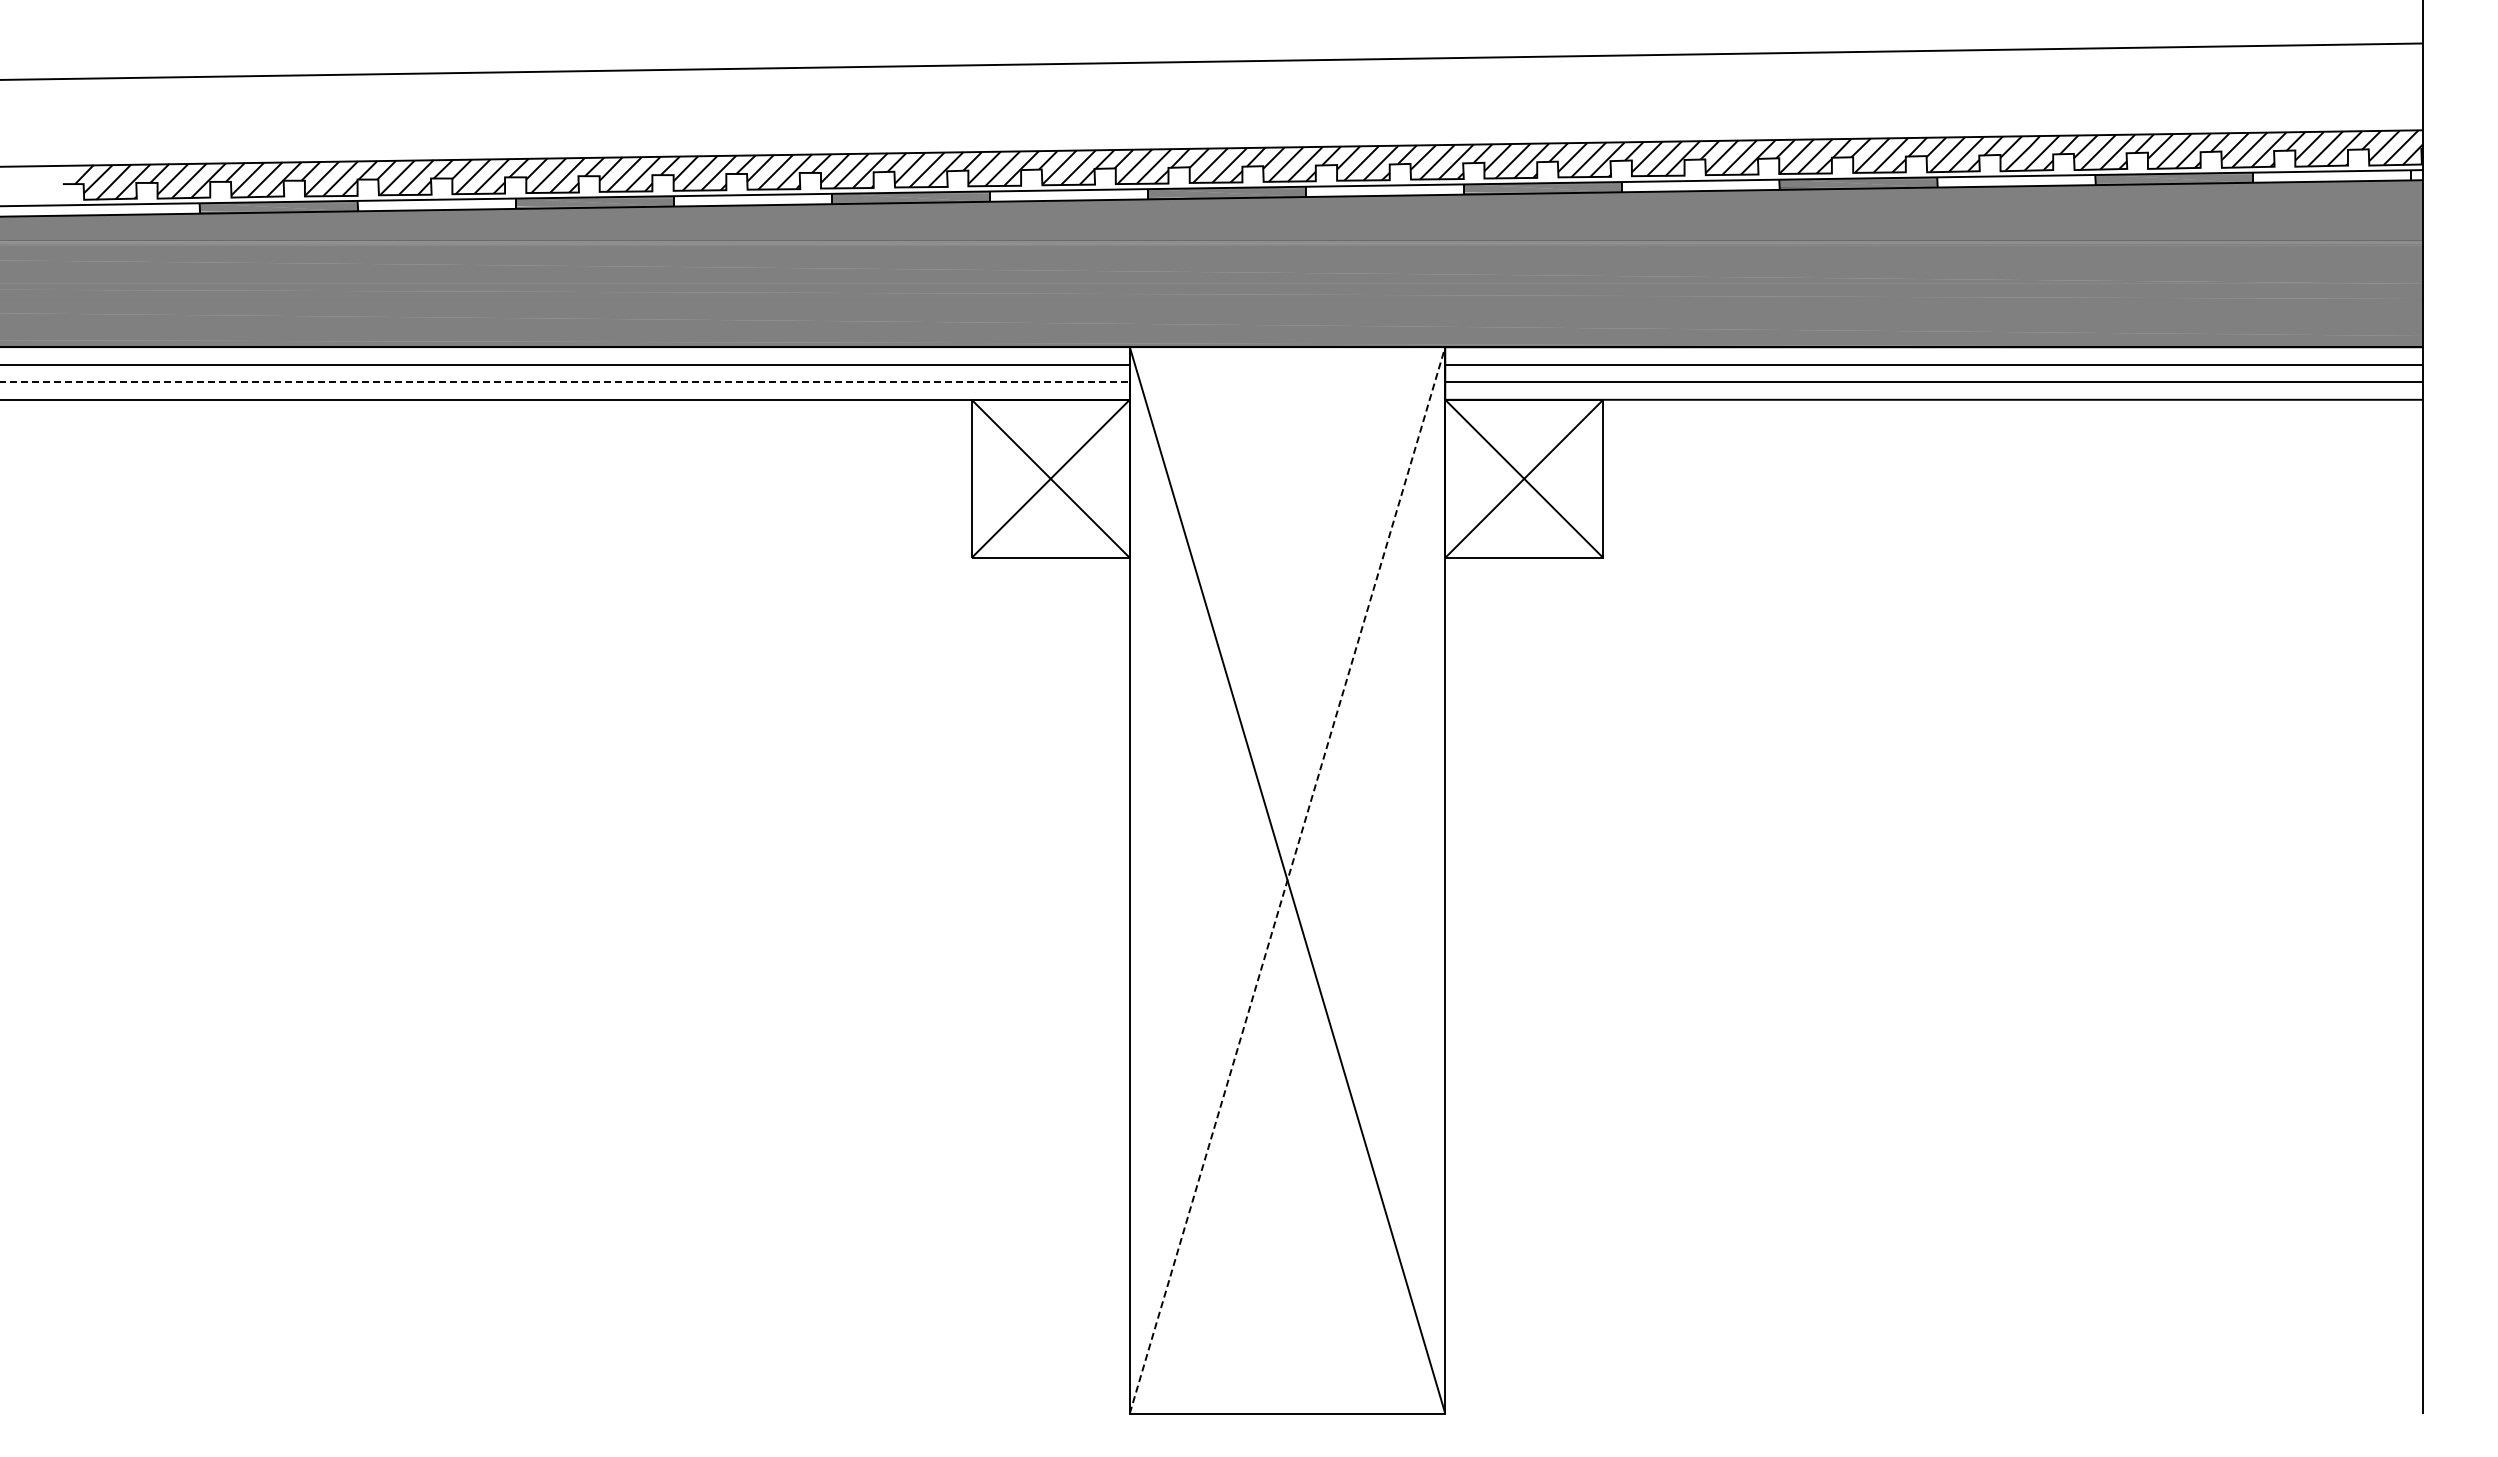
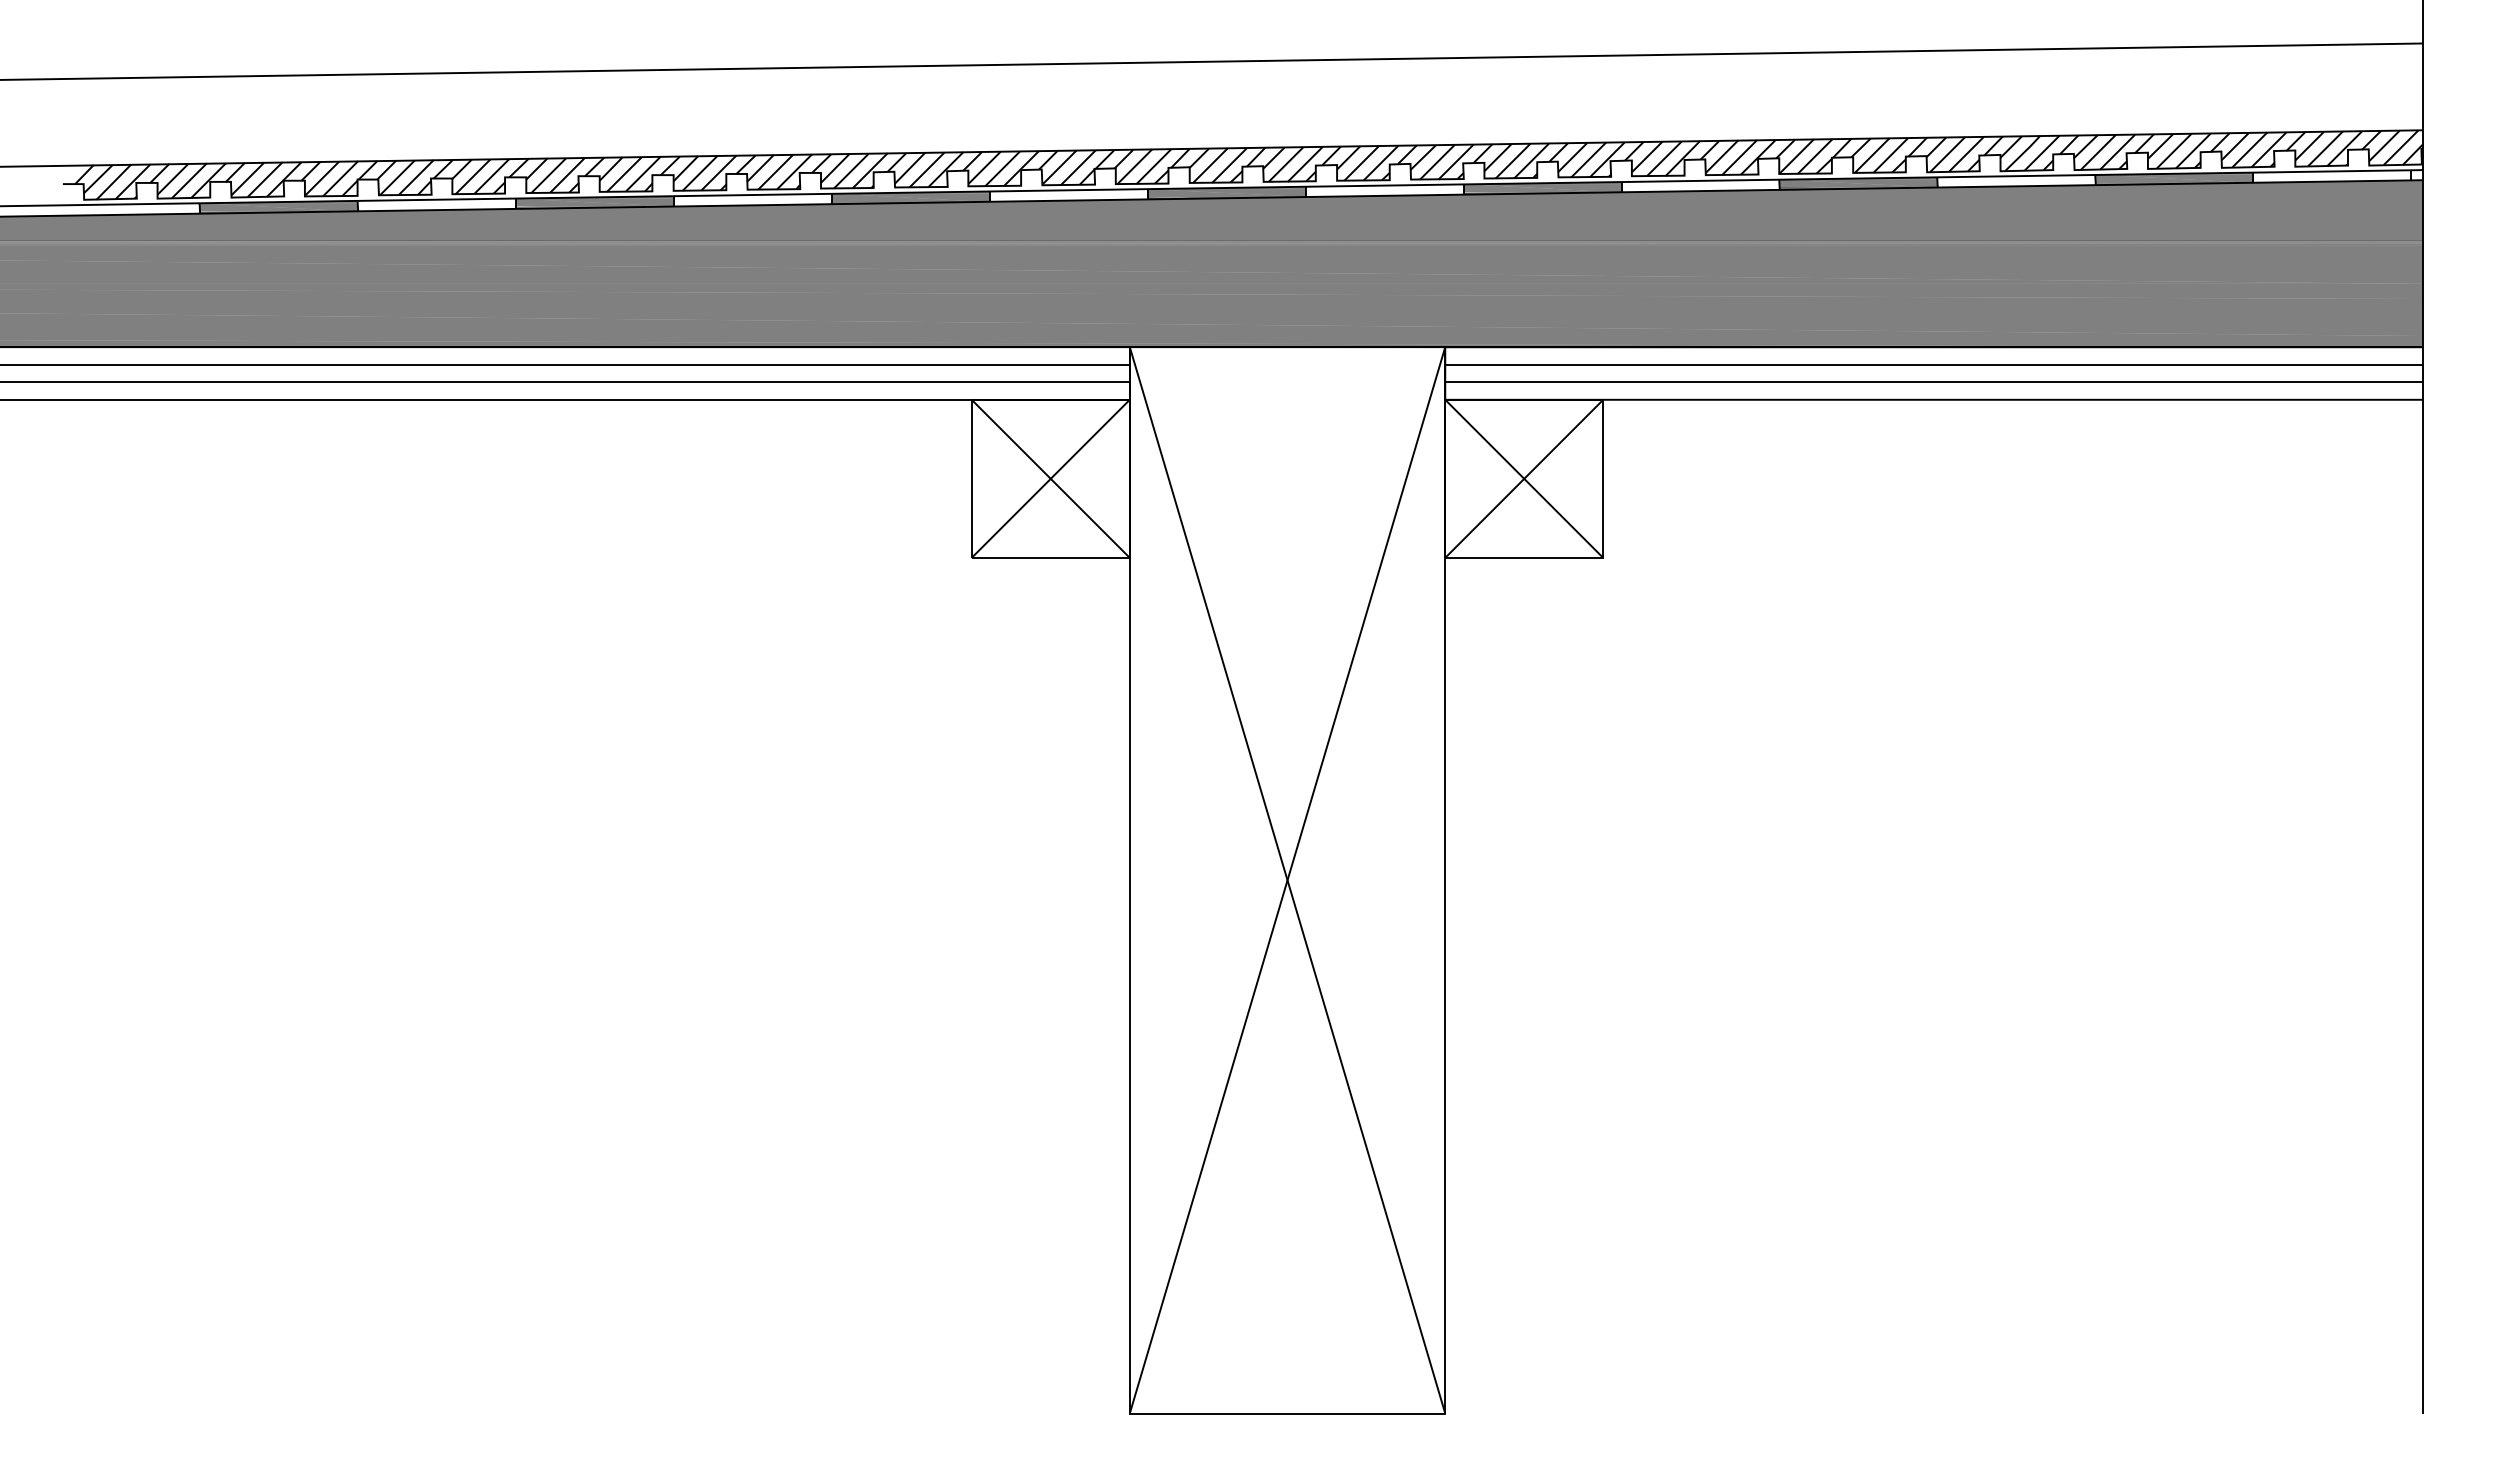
line at (565, 382): dashed -> solid
line at (1287, 879): dashed -> solid
